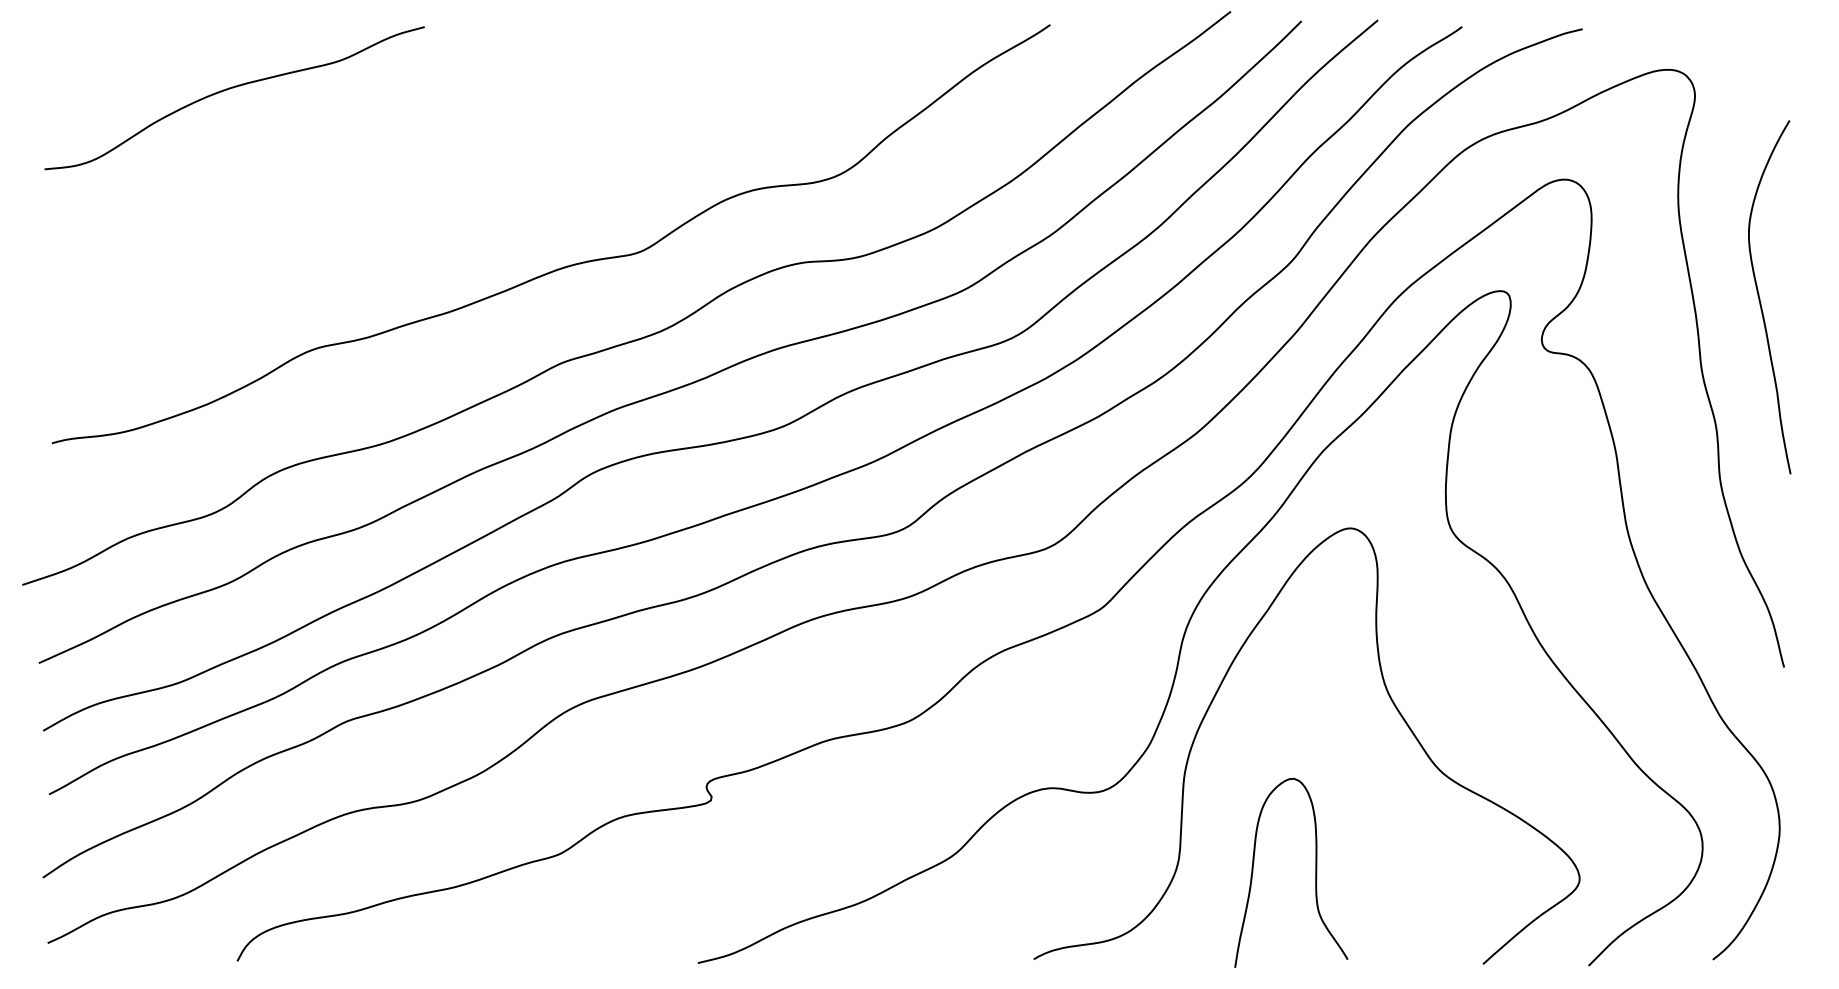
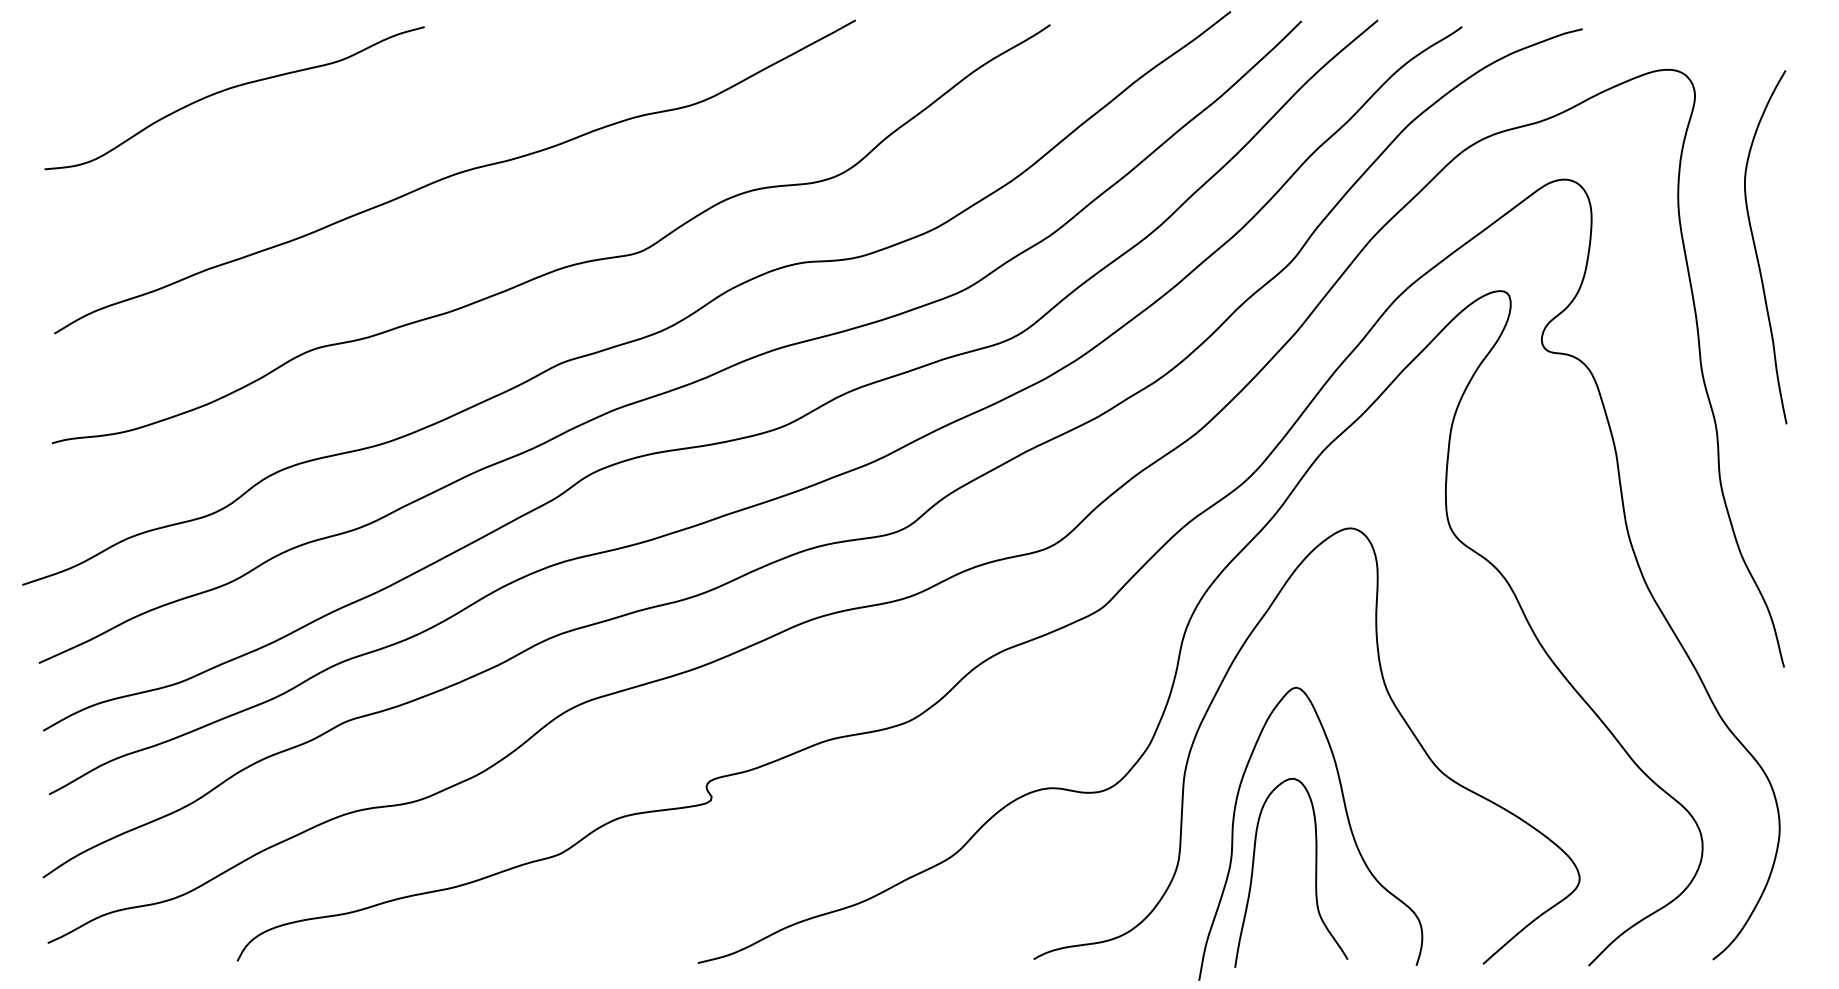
curve at (454, 175): none -> present
curve at (1760, 298) position: (1760, 298) -> (1756, 248)
curve at (1348, 824): none -> present
